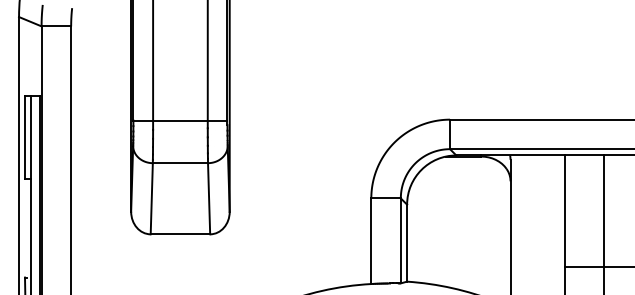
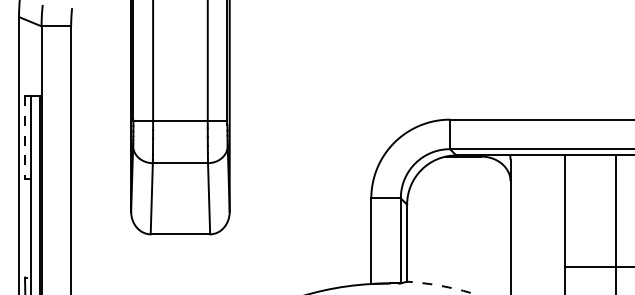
line at (24, 138): solid -> dashed
line at (604, 223) position: (604, 223) -> (616, 223)
arc at (442, 286): solid -> dashed
